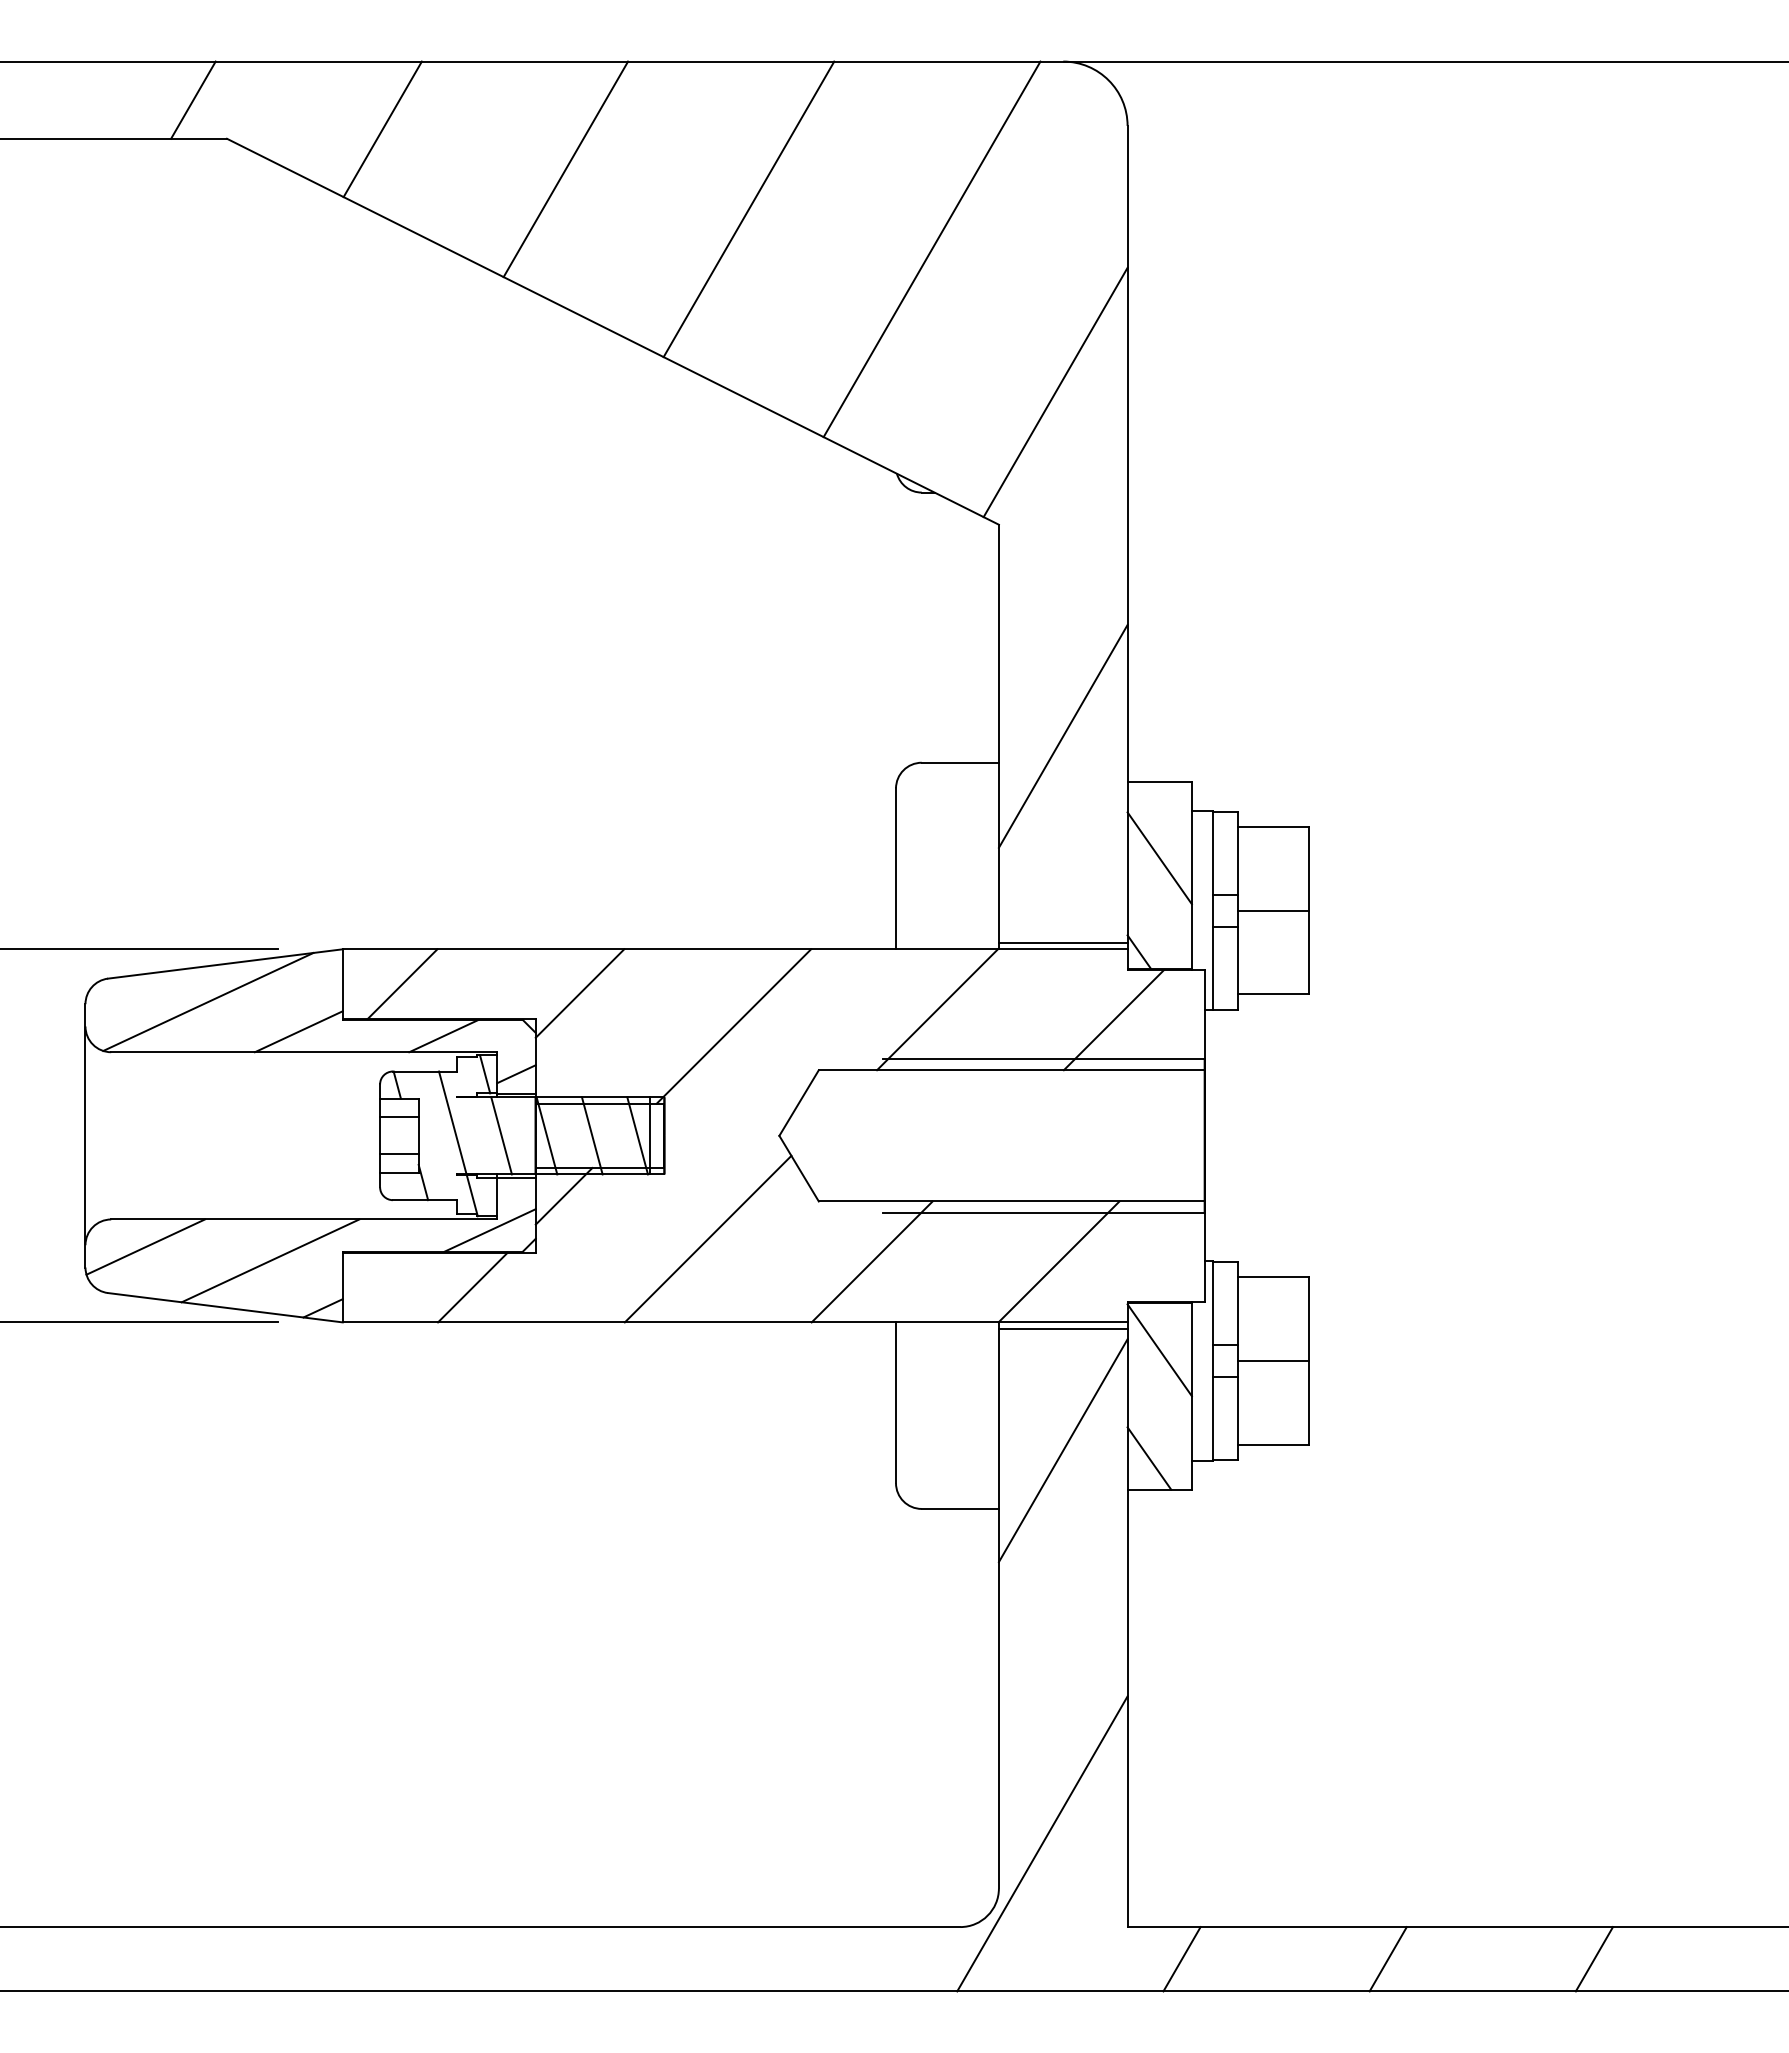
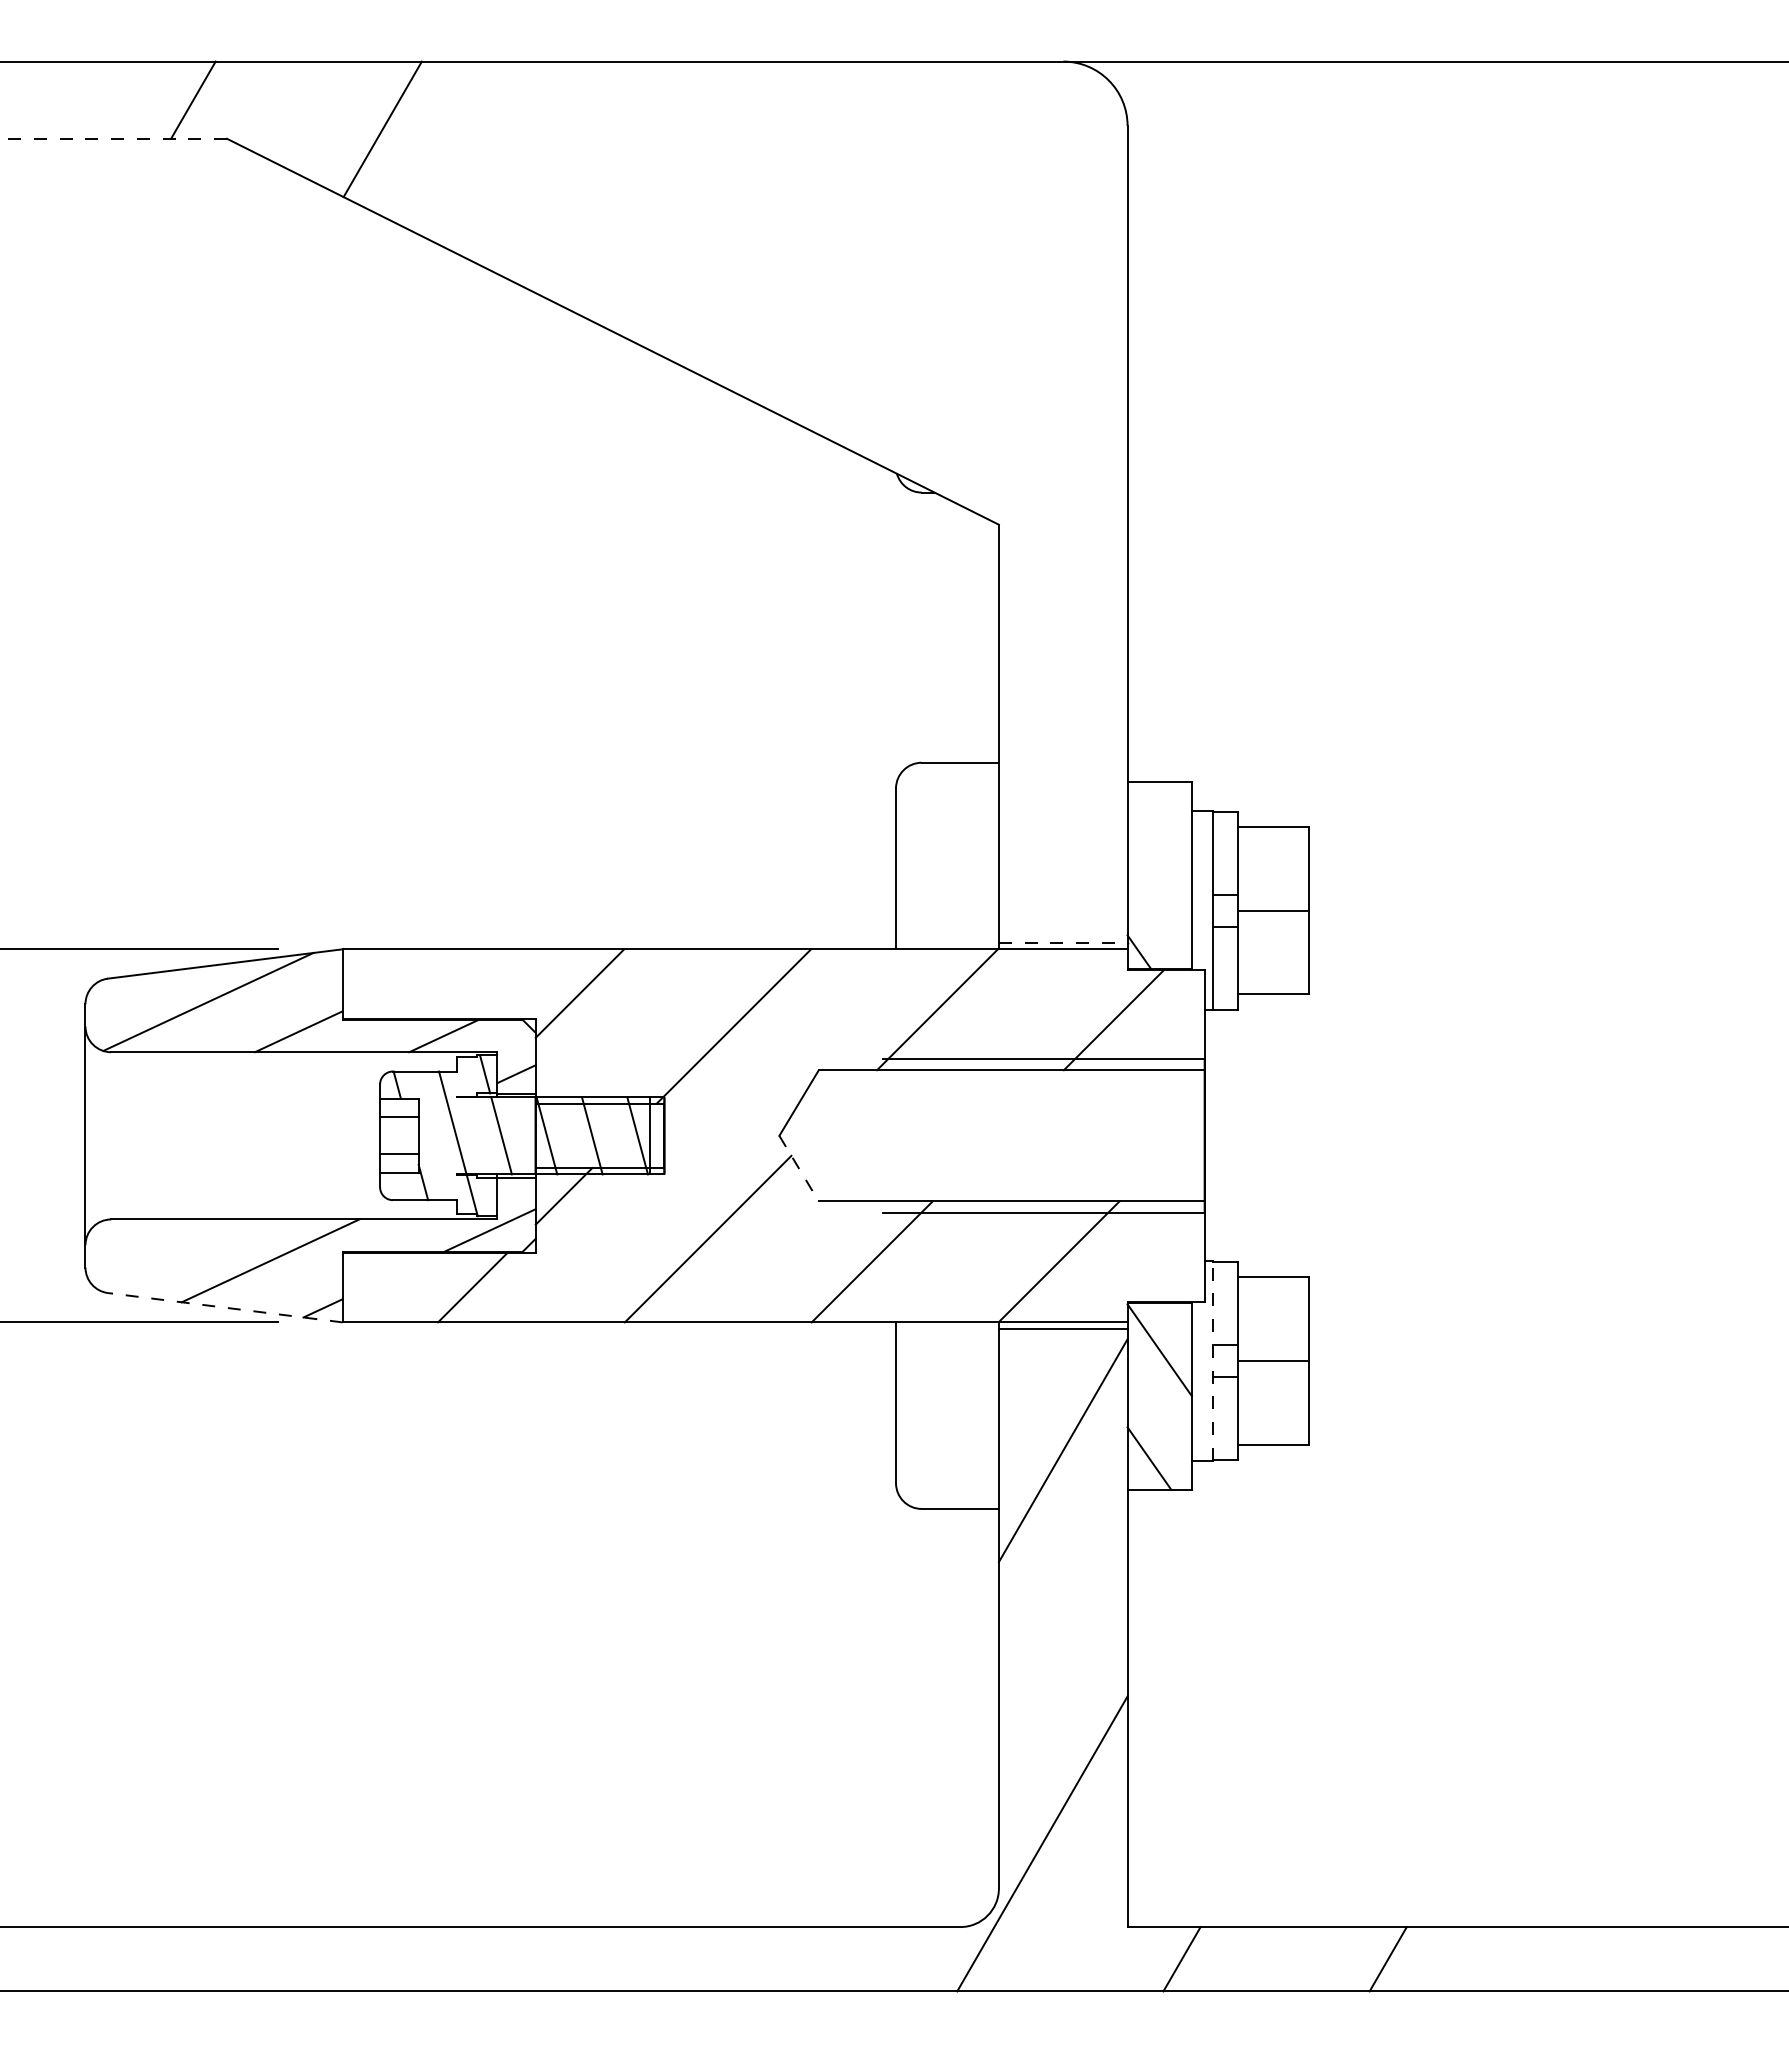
line at (113, 138): solid -> dashed
line at (565, 169): present -> none
line at (748, 209): present -> none
line at (931, 249): present -> none
line at (1055, 392): present -> none
line at (1062, 735): present -> none
line at (1159, 858): present -> none
line at (1063, 942): solid -> dashed
line at (402, 983): present -> none
line at (799, 1169): solid -> dashed
line at (145, 1246): present -> none
line at (224, 1307): solid -> dashed
line at (1212, 1361): solid -> dashed
line at (1593, 1959): present -> none
